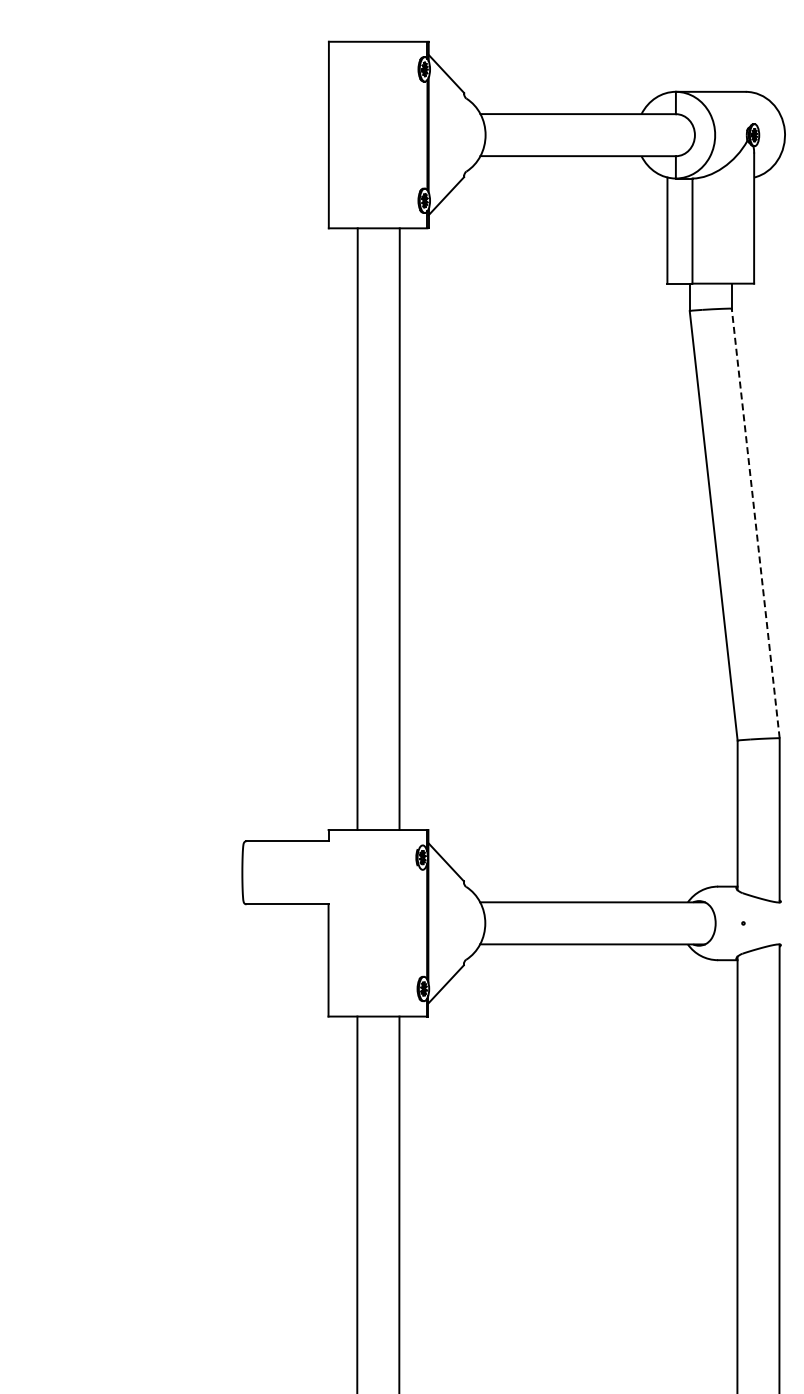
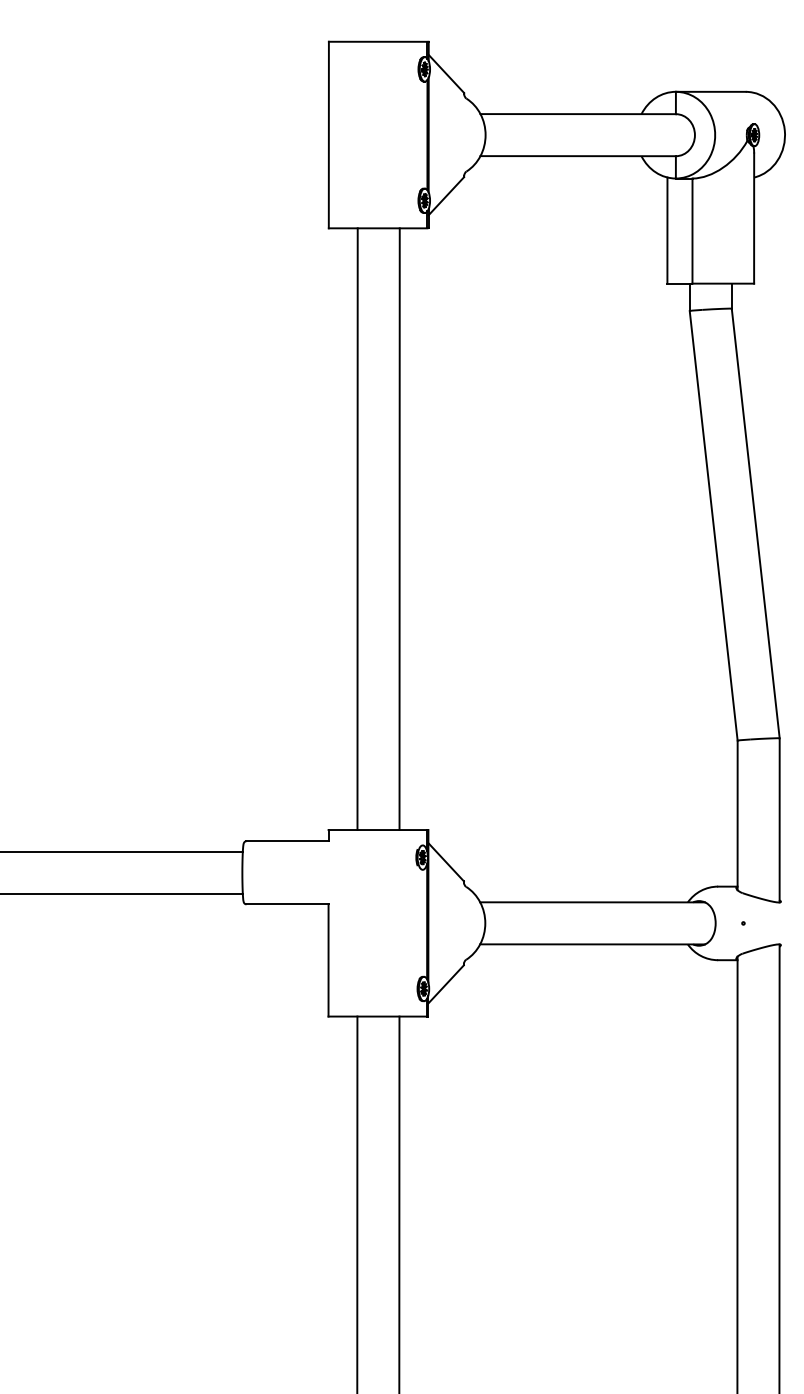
line at (755, 523): dashed -> solid
line at (122, 851): none -> present
line at (122, 893): none -> present
